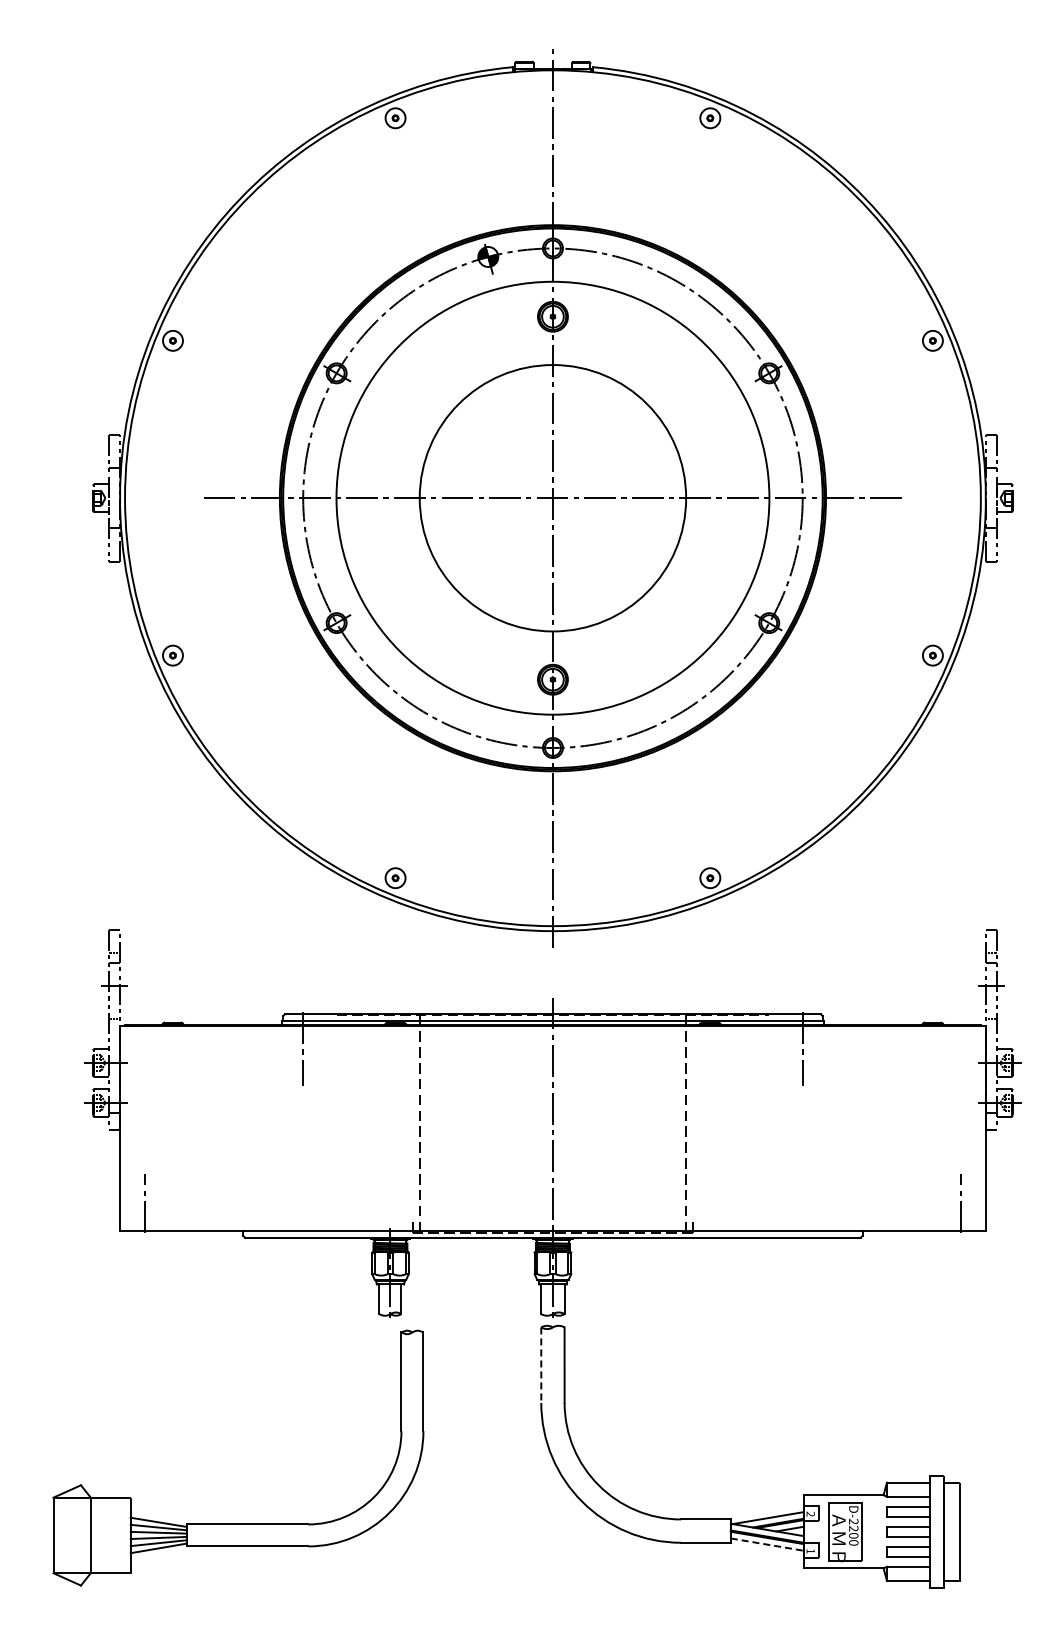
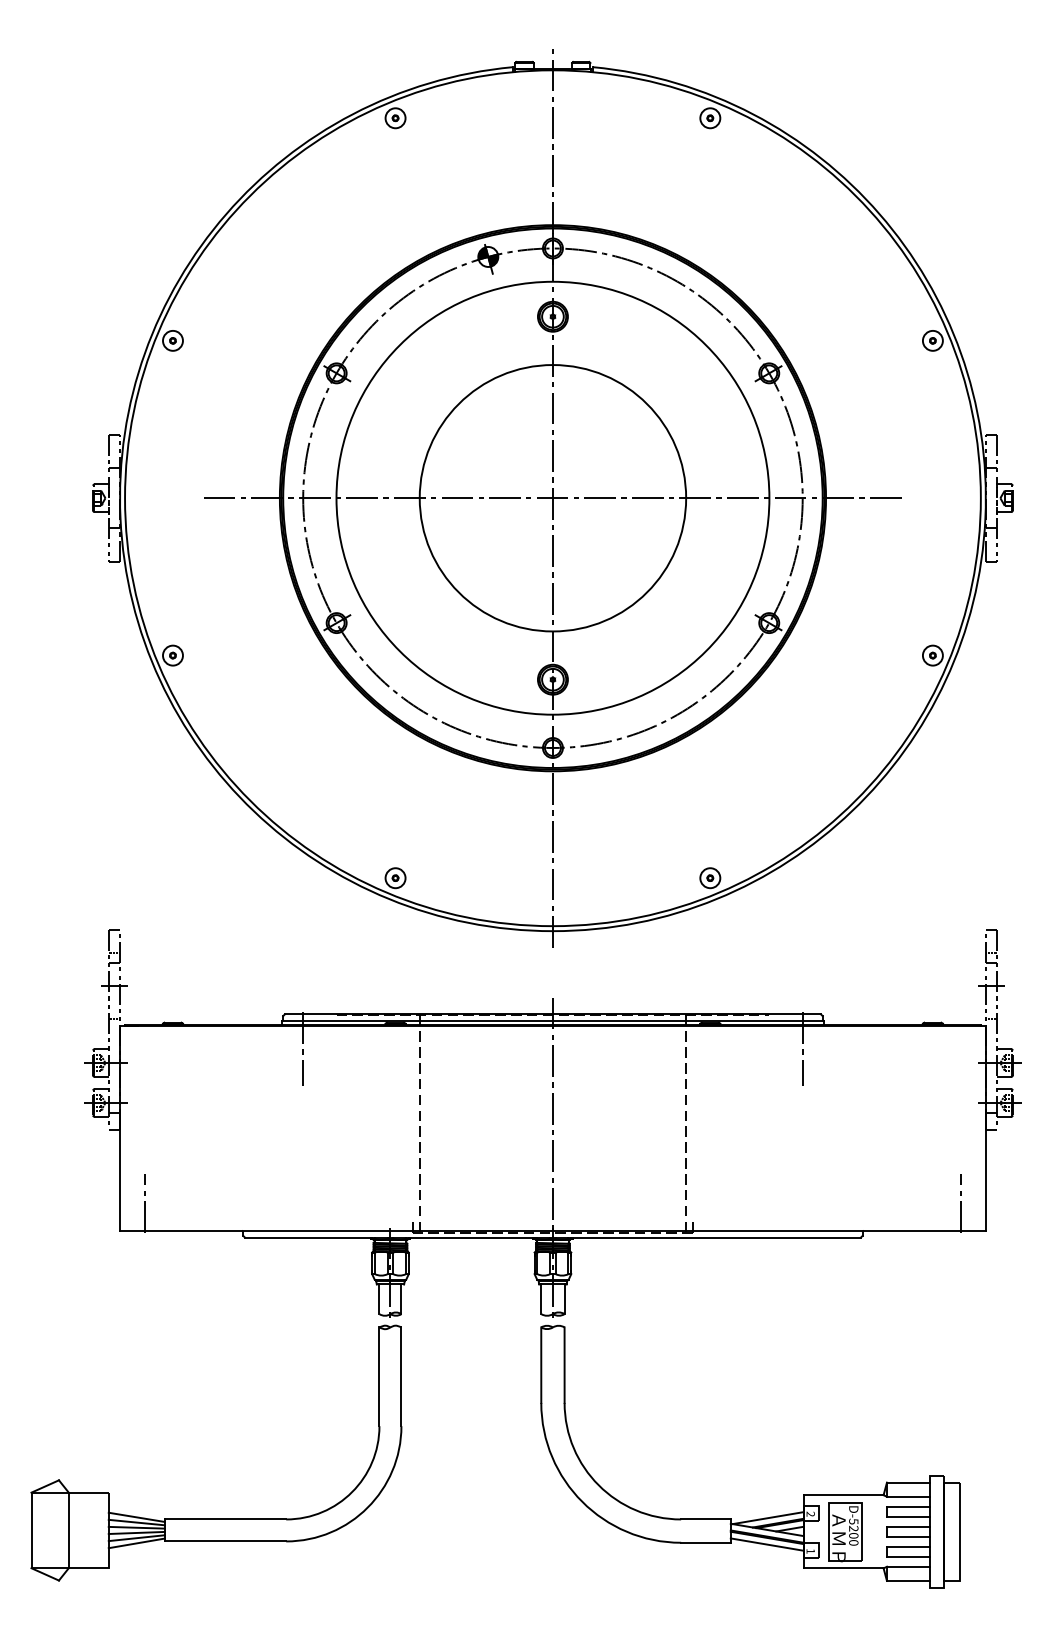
line at (541, 1365): dashed -> solid
text at (853, 1521): D-2200 -> D-5200
part at (238, 1523) position: (238, 1523) -> (216, 1518)
line at (767, 1544): dashed -> solid
